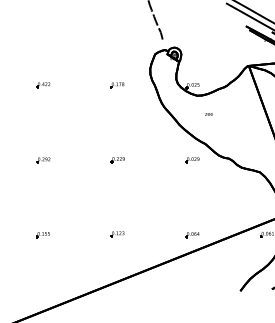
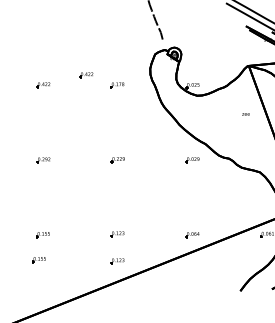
part at (86, 75): none -> present
text at (208, 114) position: (208, 114) -> (245, 114)
part at (38, 260): none -> present
part at (117, 261): none -> present
